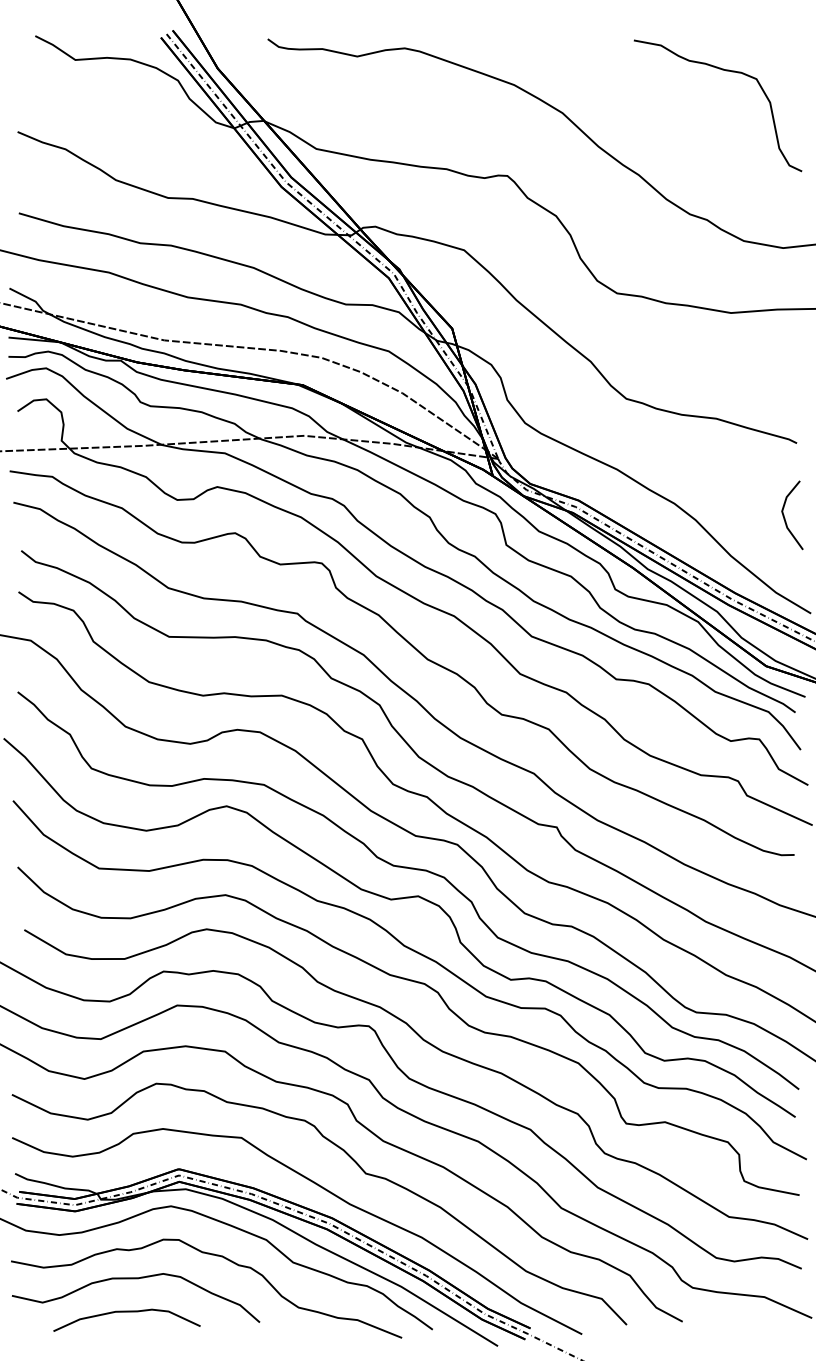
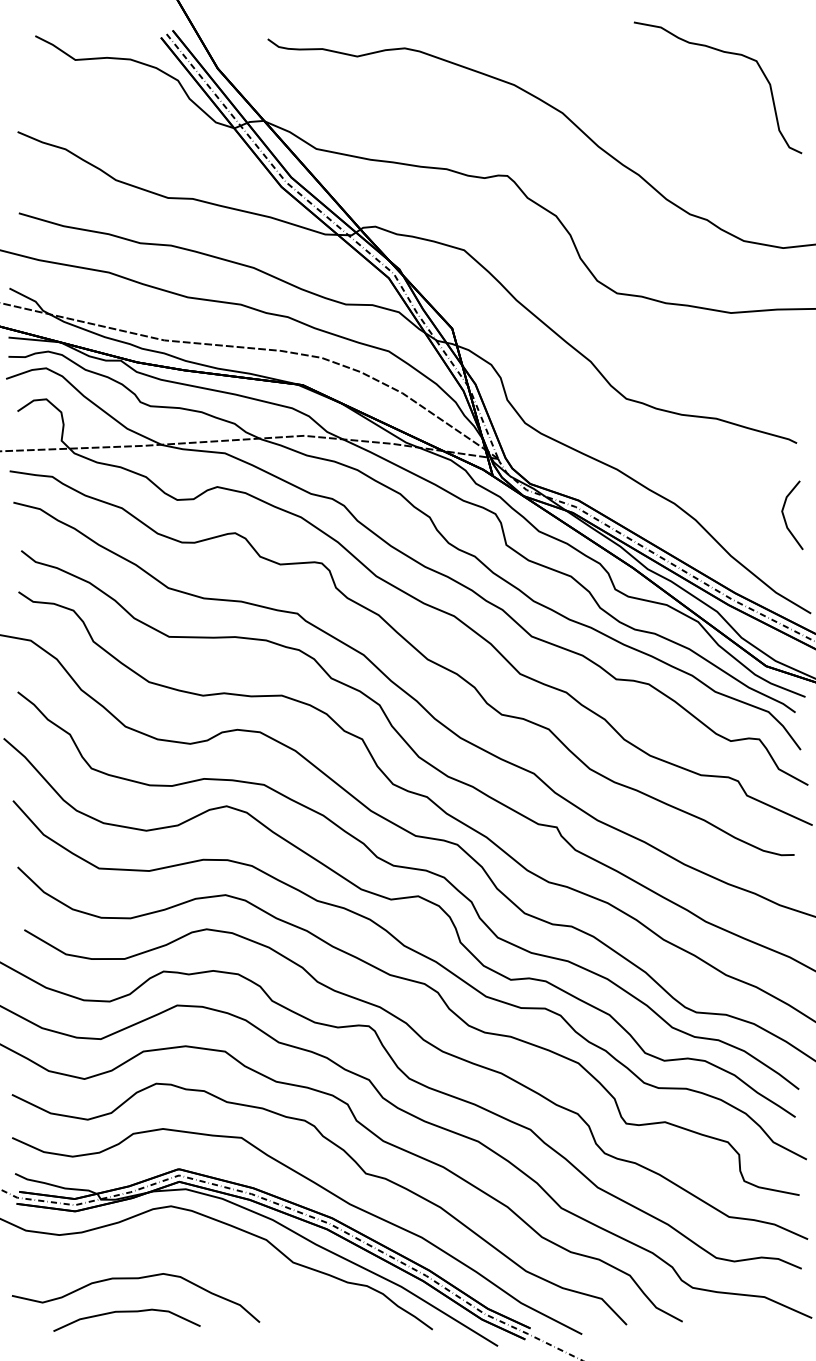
curve at (726, 71) position: (726, 71) -> (726, 53)
curve at (211, 1255): present -> none
